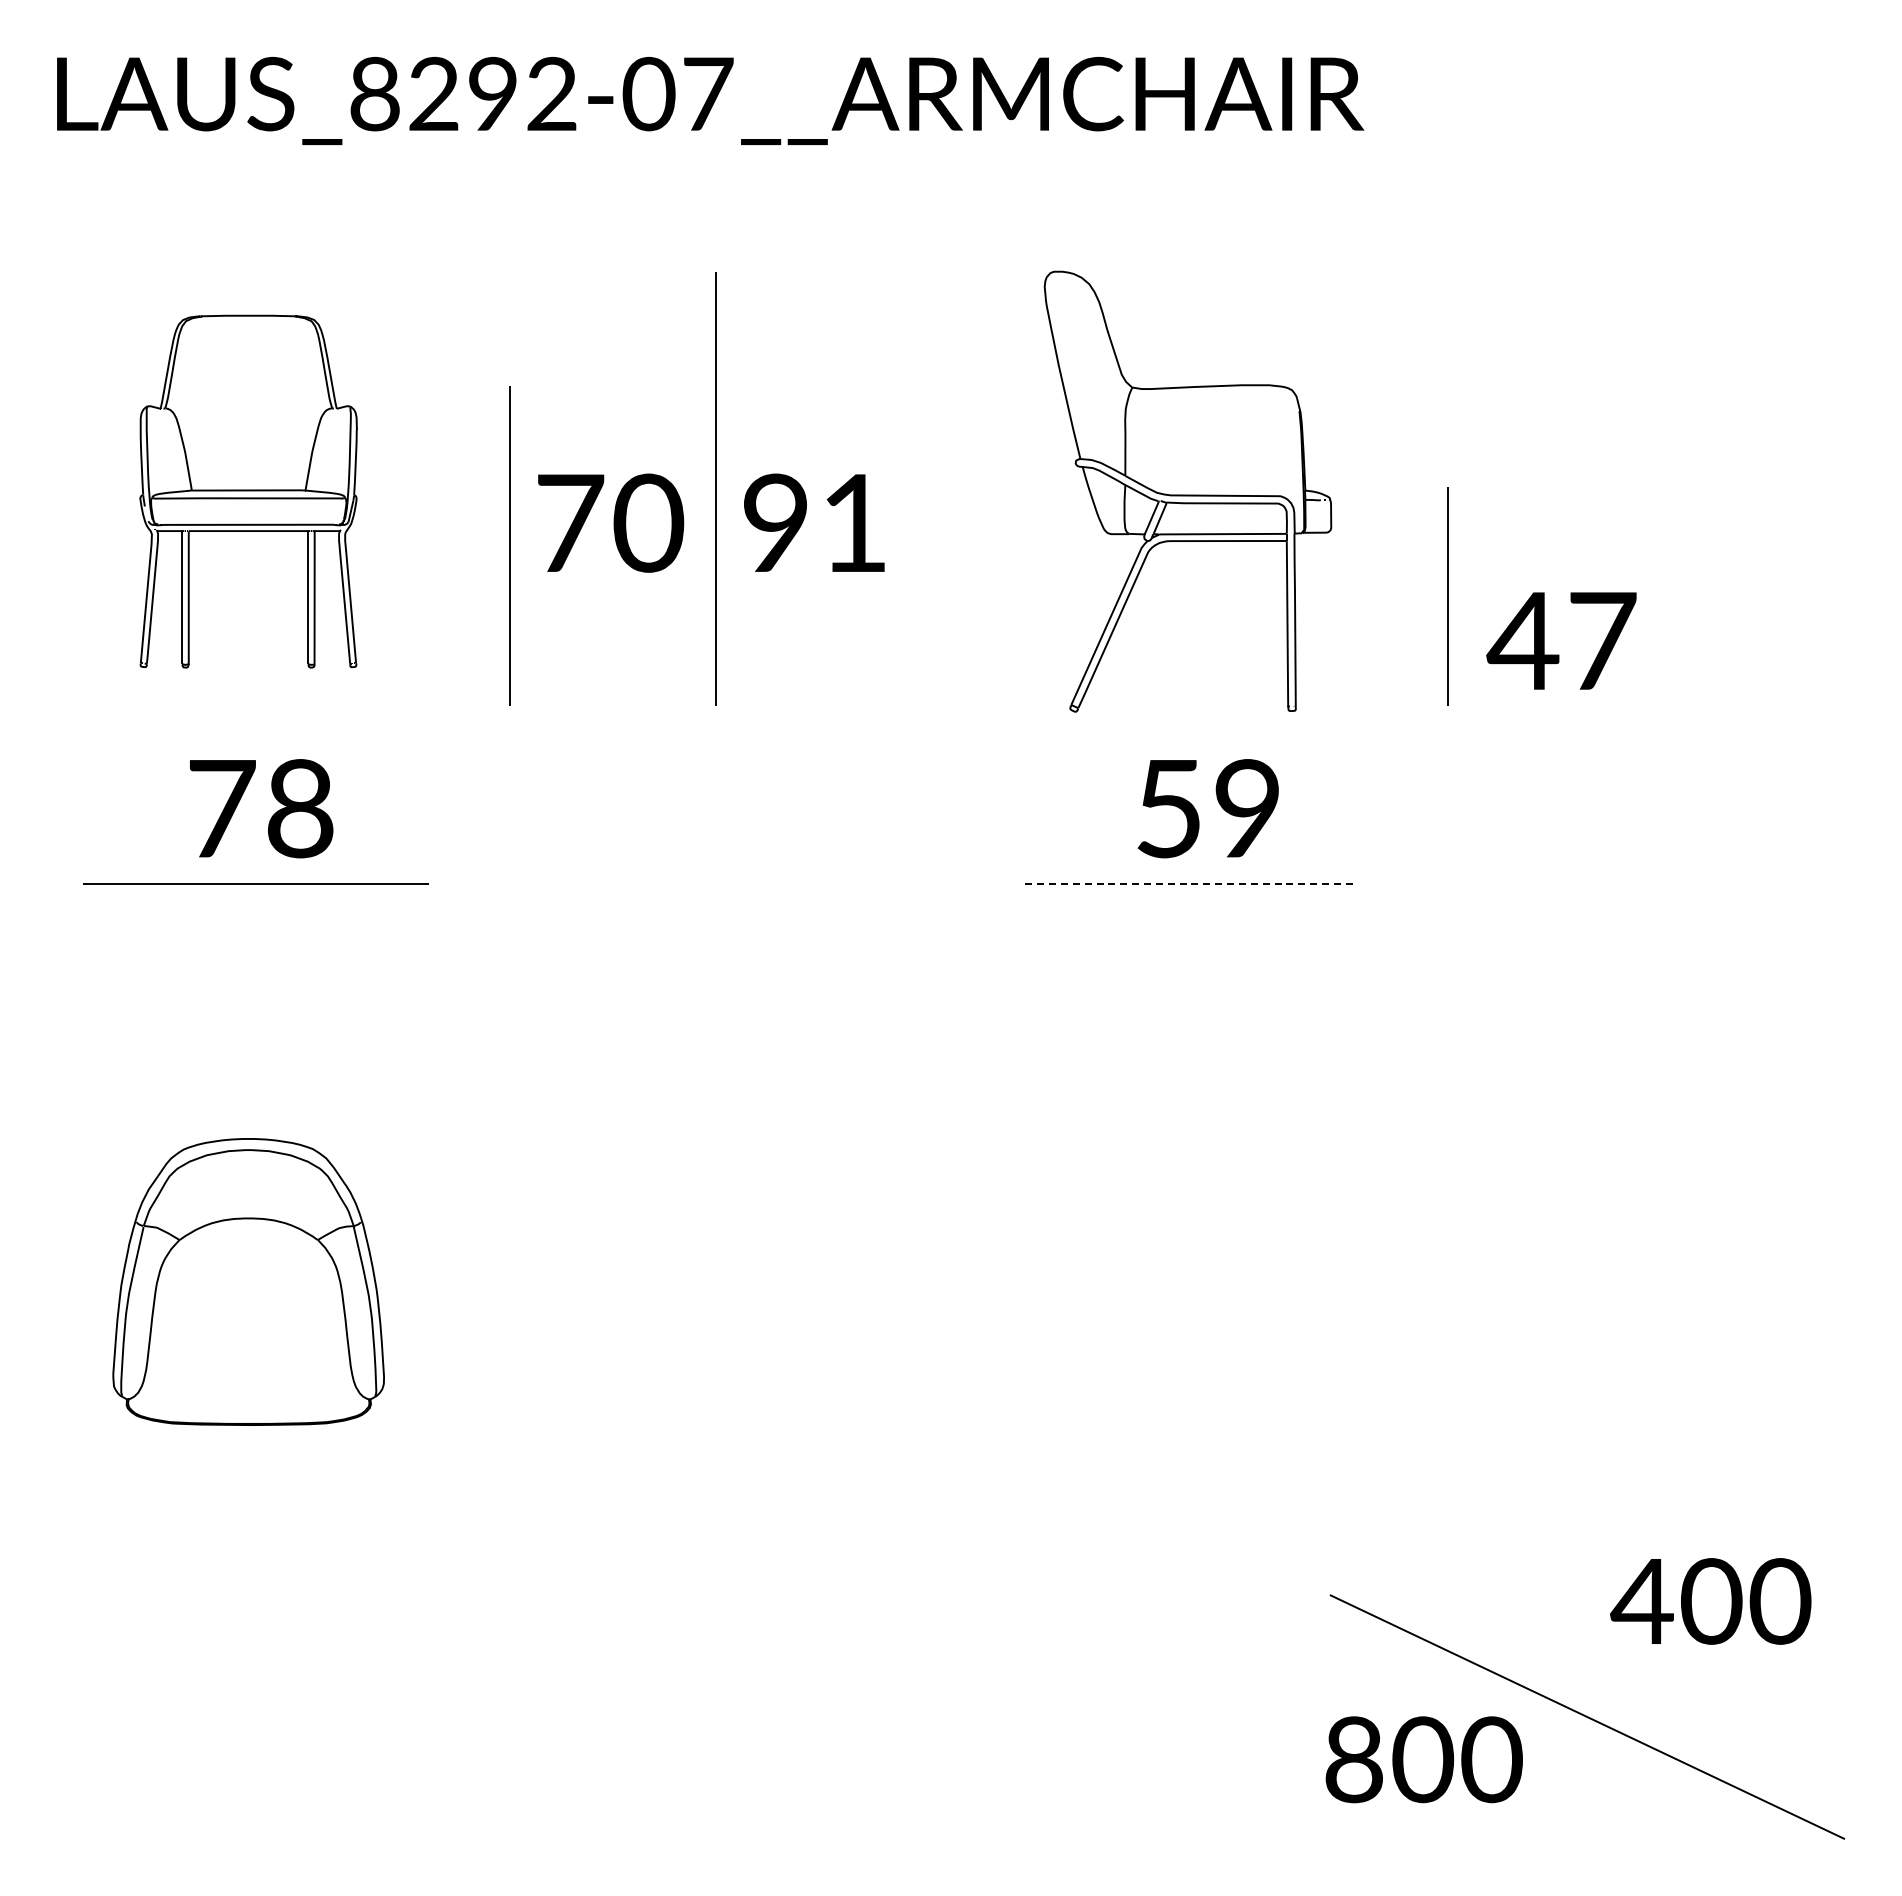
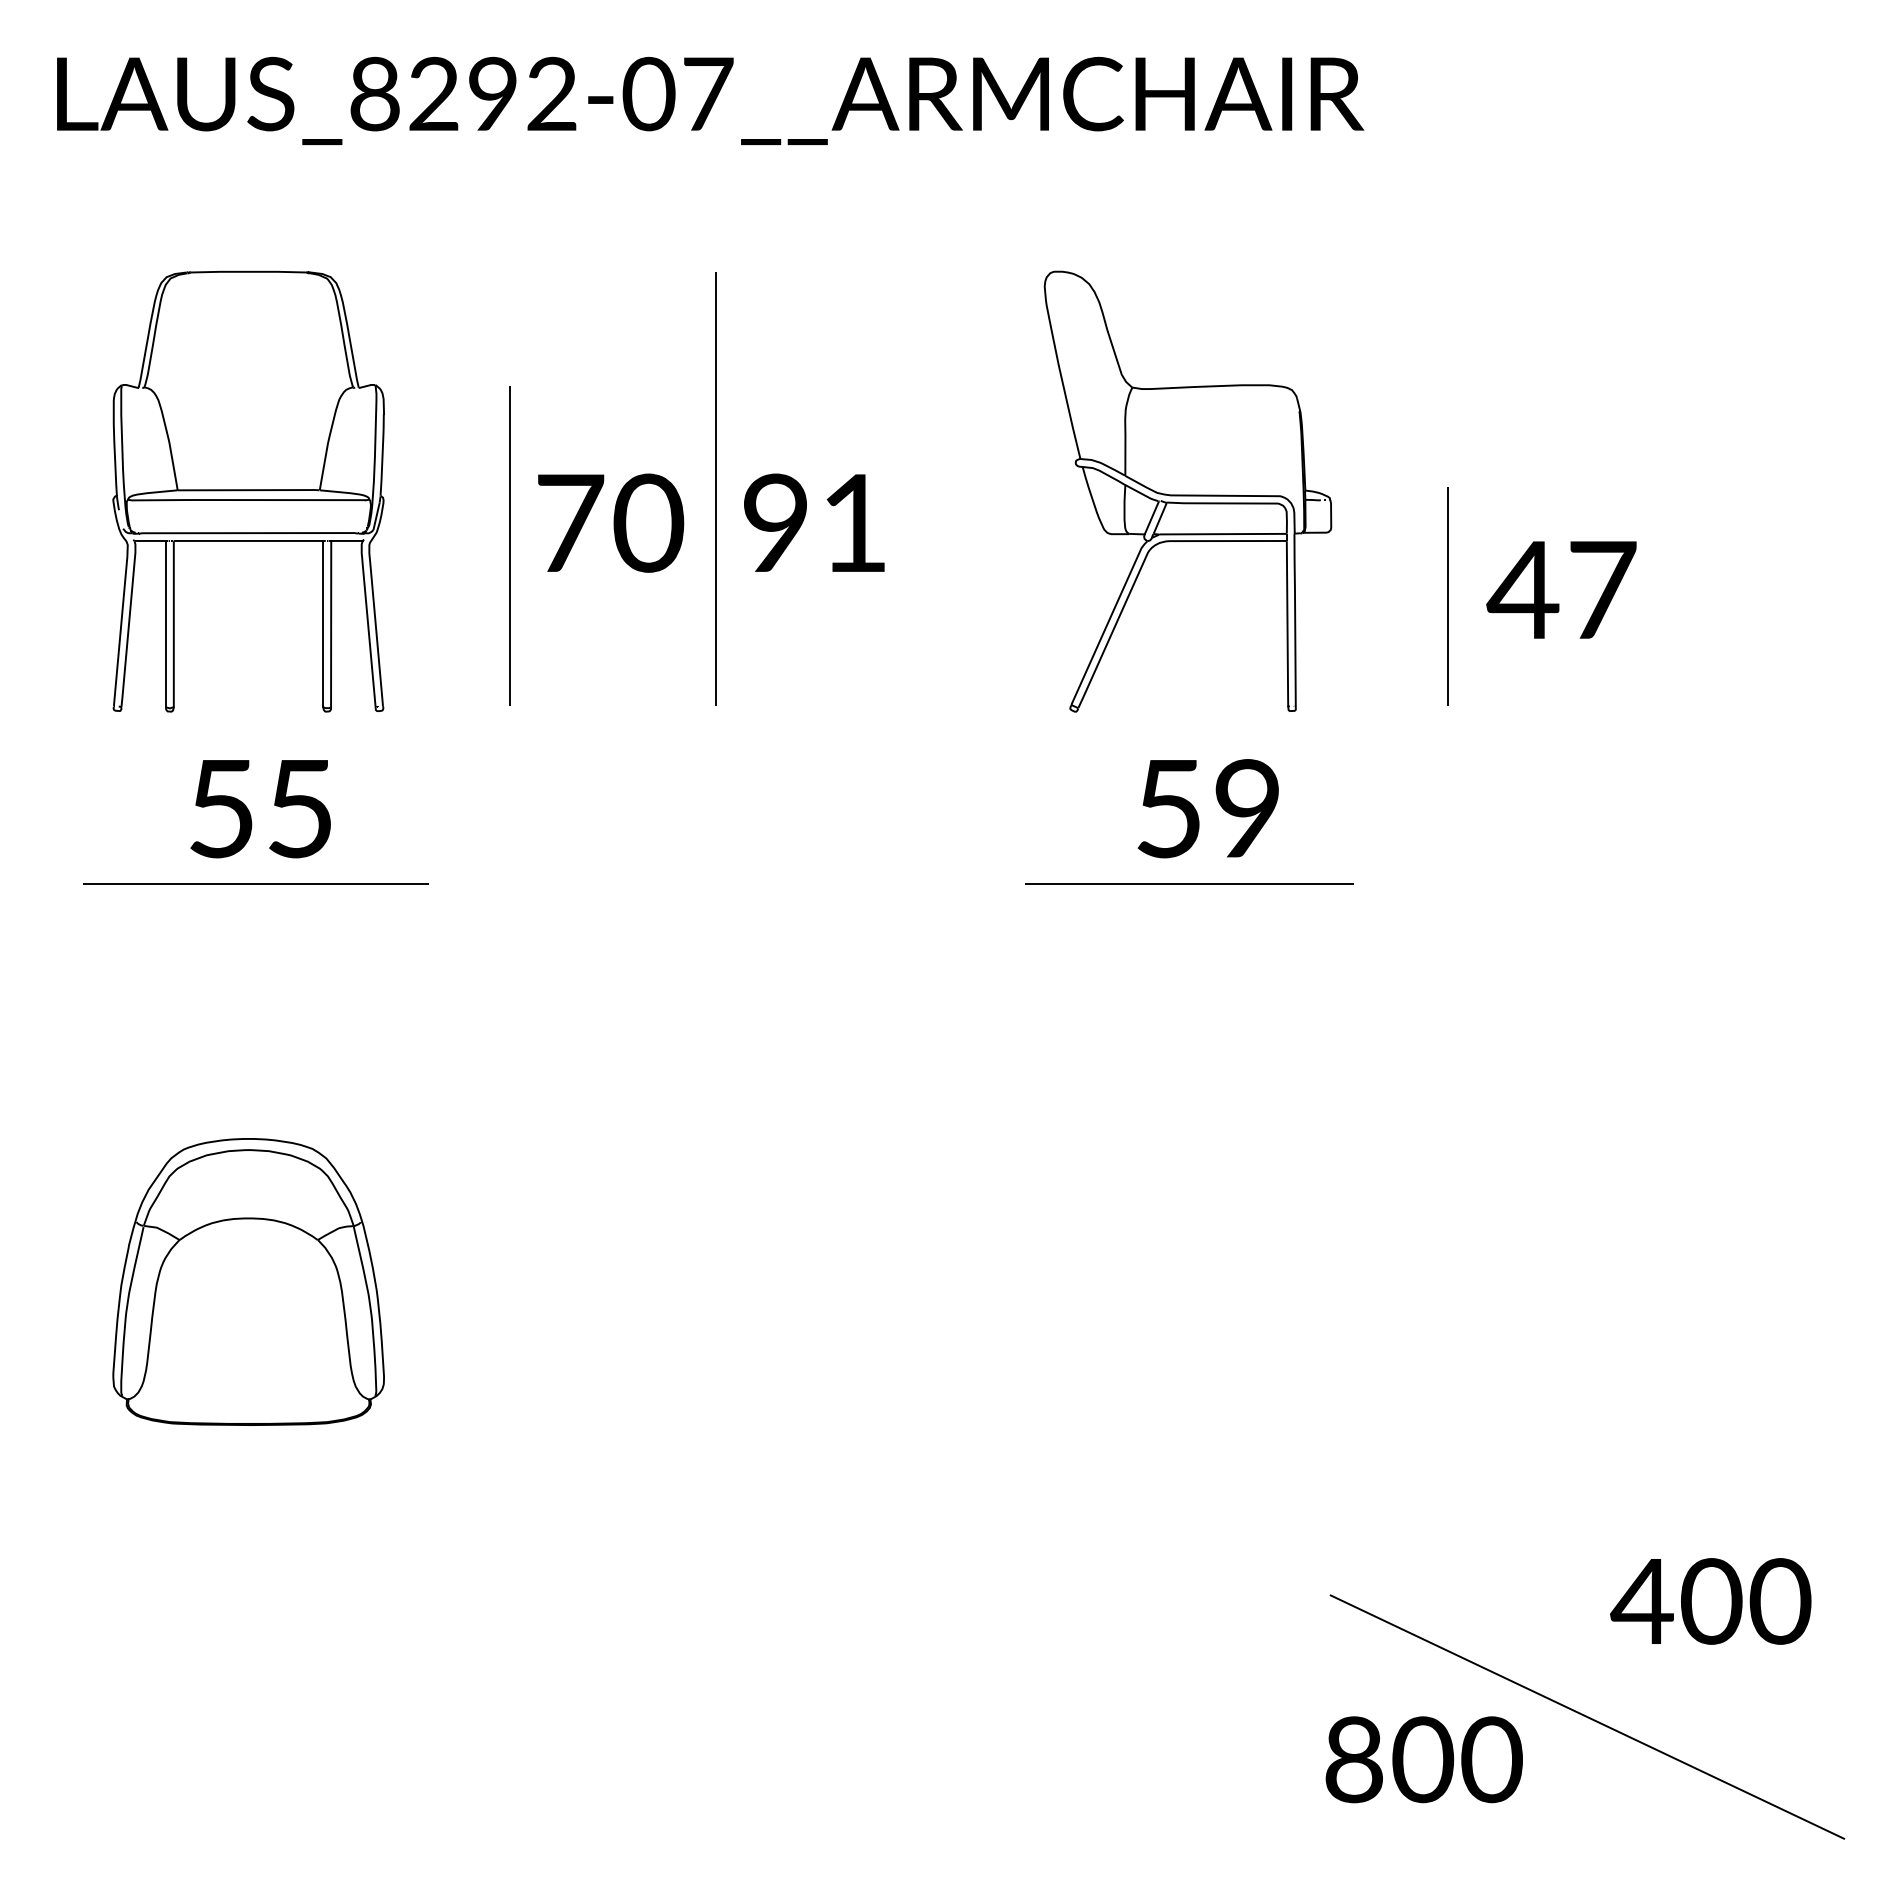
part at (248, 491) size: 219x355 px -> 273x443 px
text at (1561, 640) position: (1561, 640) -> (1561, 589)
text at (261, 808): 78 -> 55
line at (1189, 884): dashed -> solid
